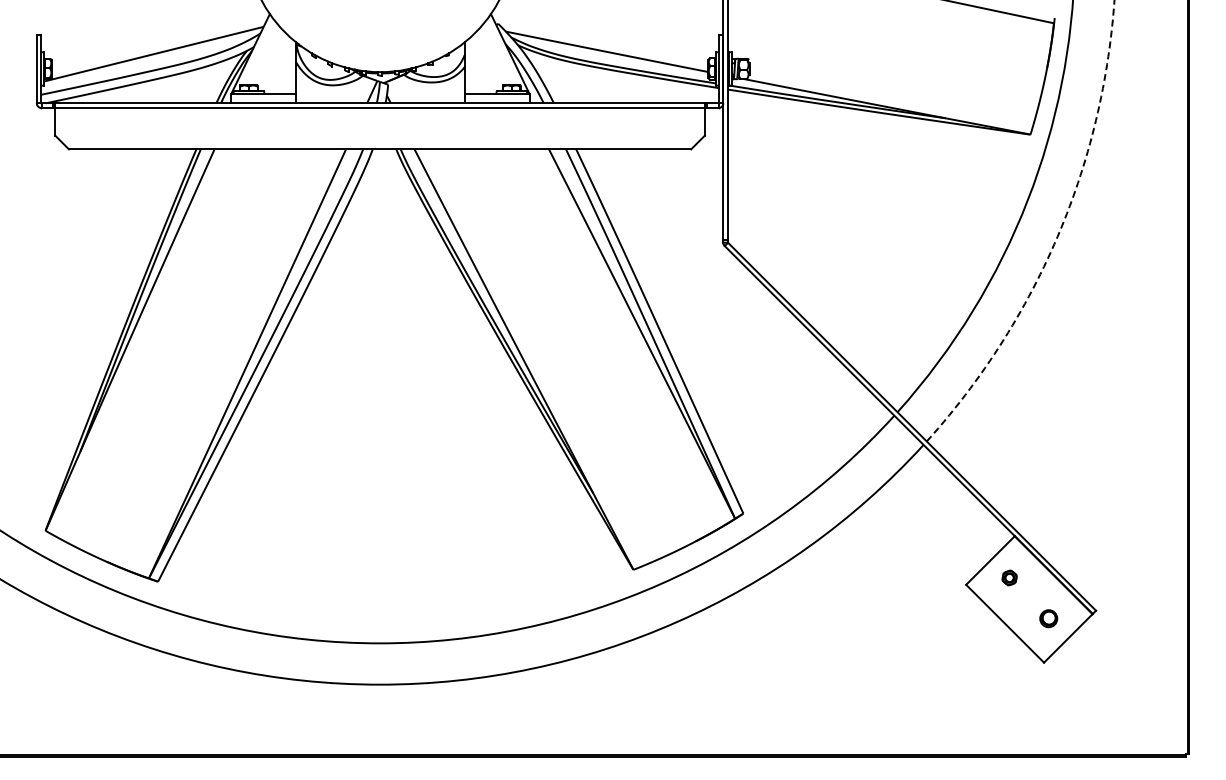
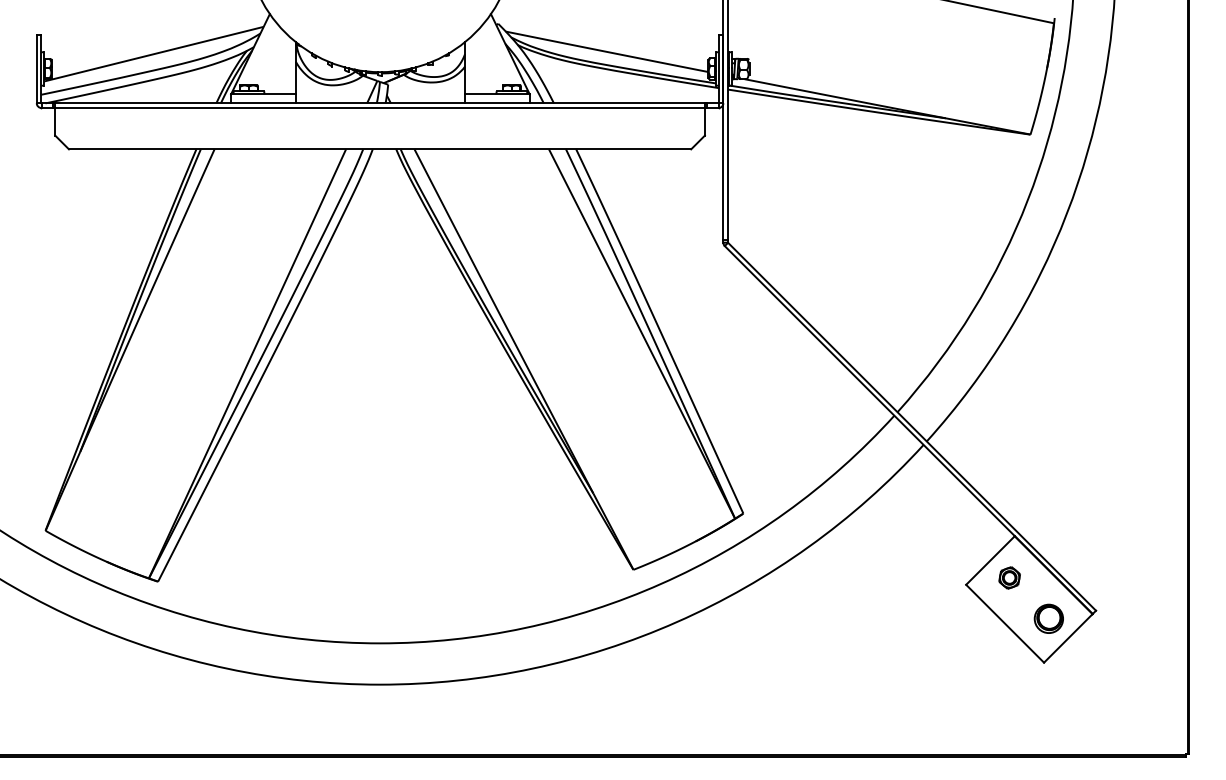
arc at (1056, 237): dashed -> solid
part at (1009, 577) size: 17x18 px -> 23x24 px
part at (1048, 618) size: 20x20 px -> 31x31 px
